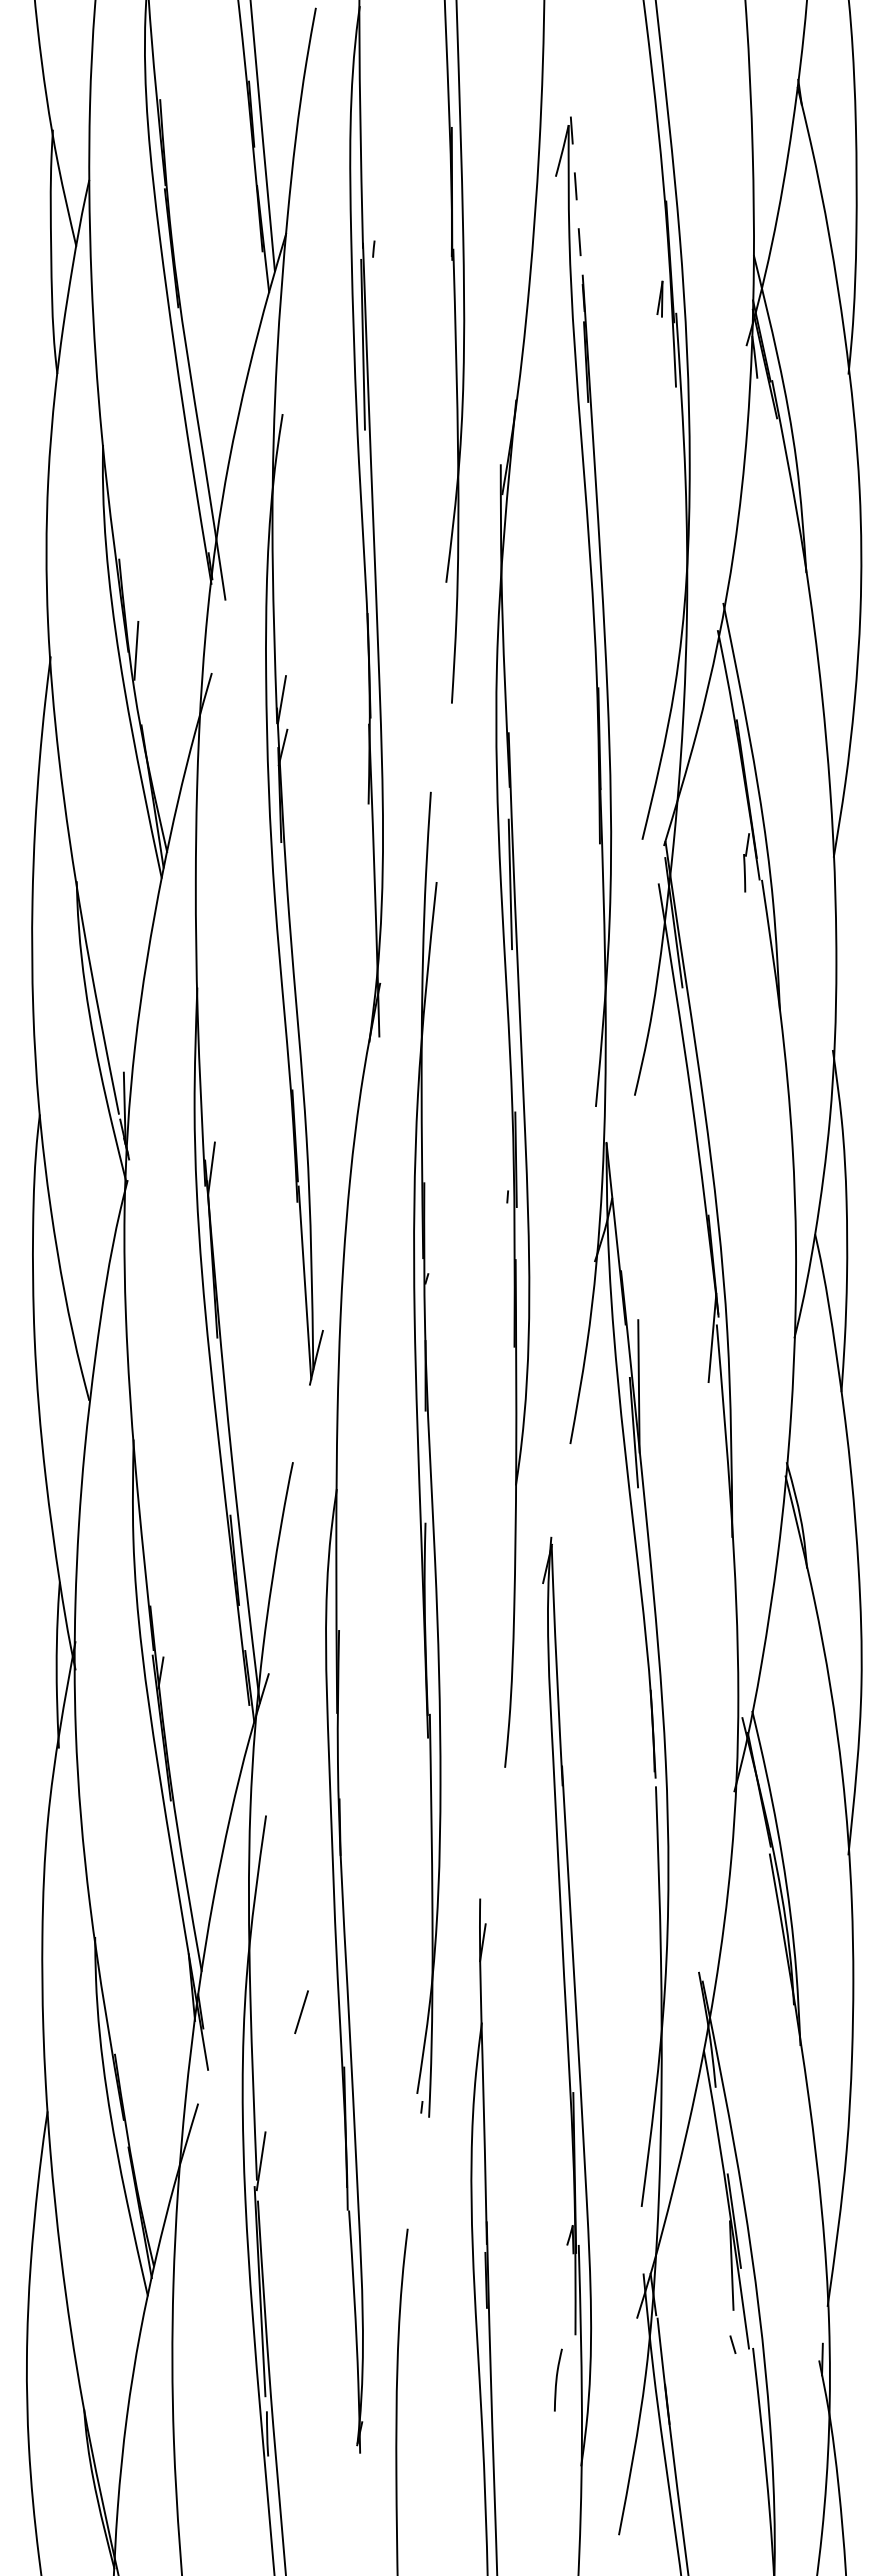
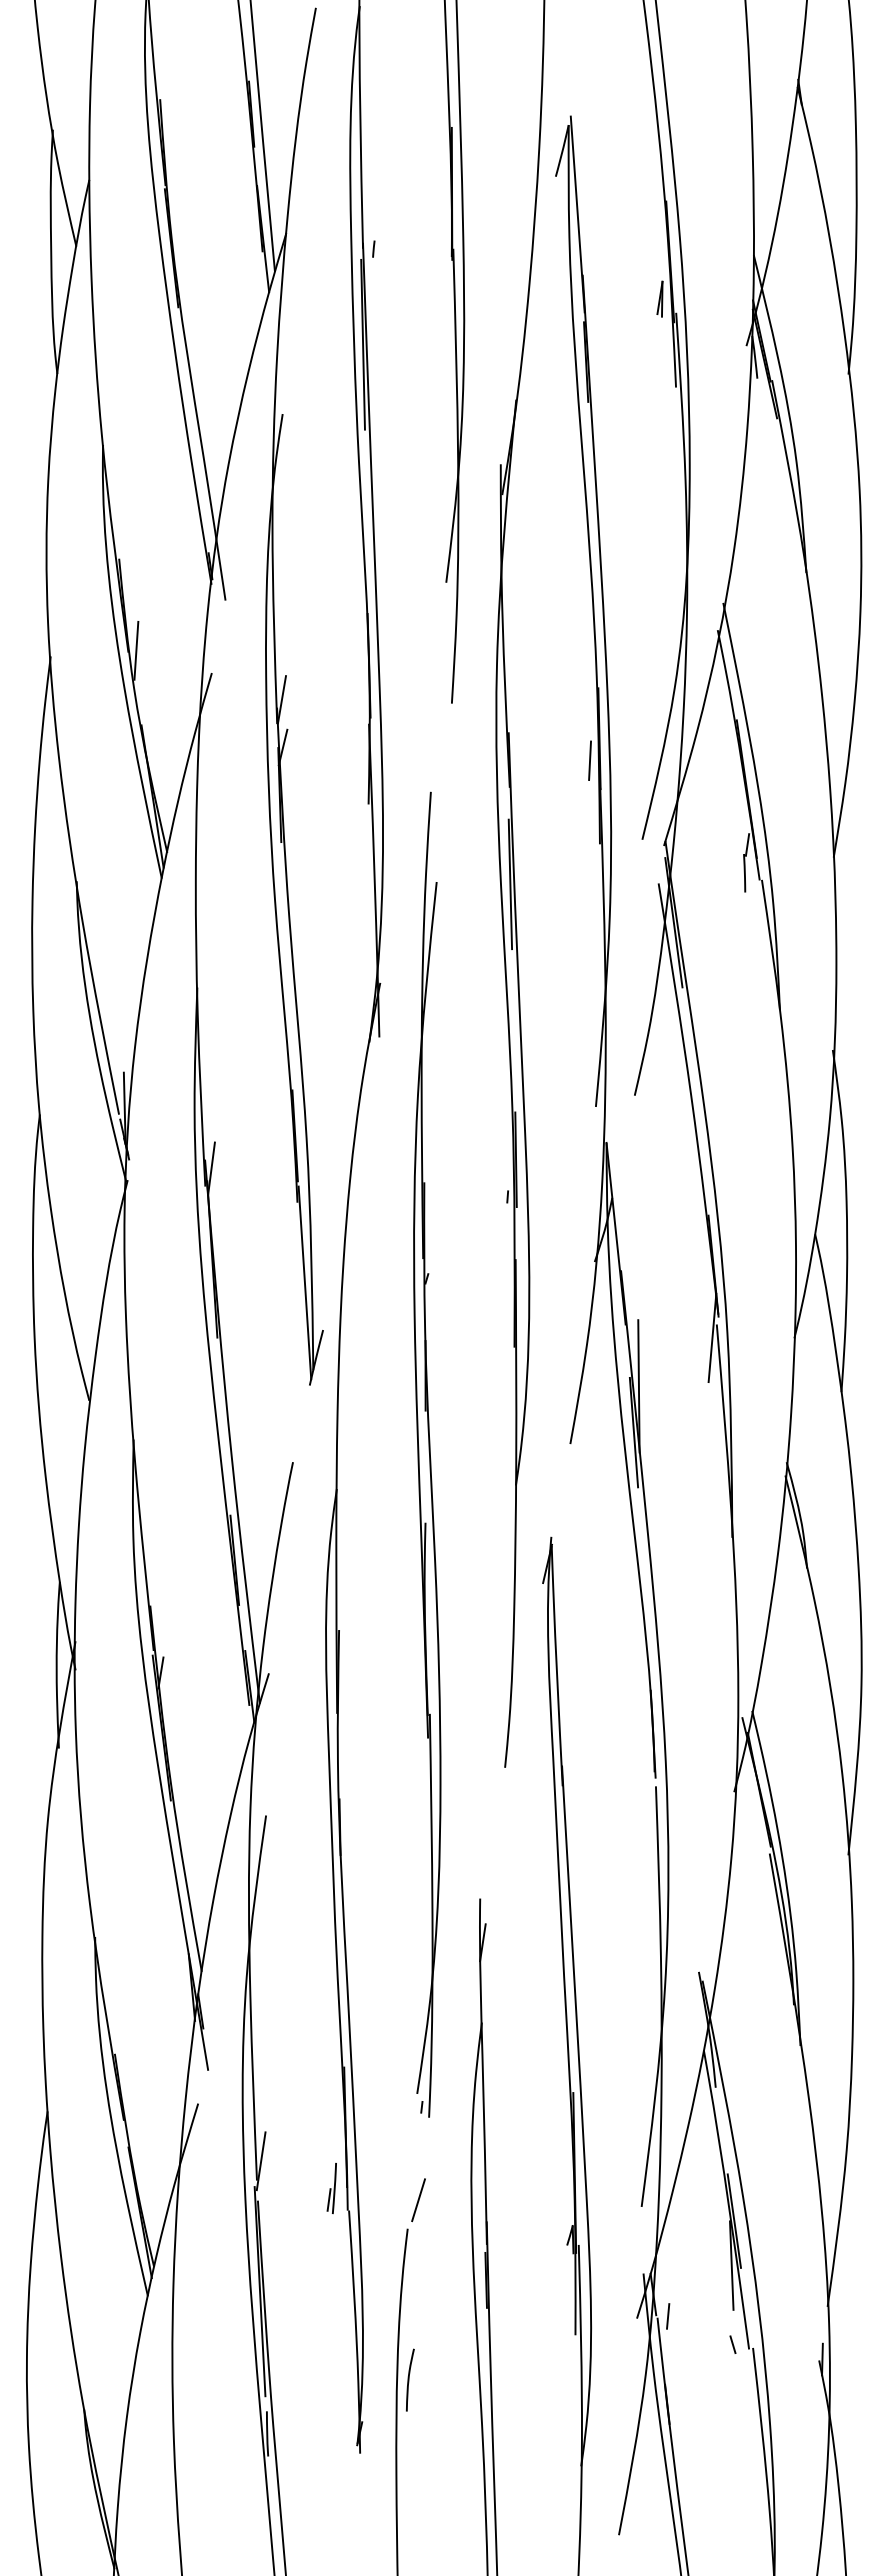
line at (577, 214): dashed -> solid
line at (590, 760): none -> present
line at (301, 2012) position: (301, 2012) -> (418, 2200)
part at (331, 2188): none -> present
line at (668, 2316): none -> present
curve at (557, 2379) position: (557, 2379) -> (409, 2379)
